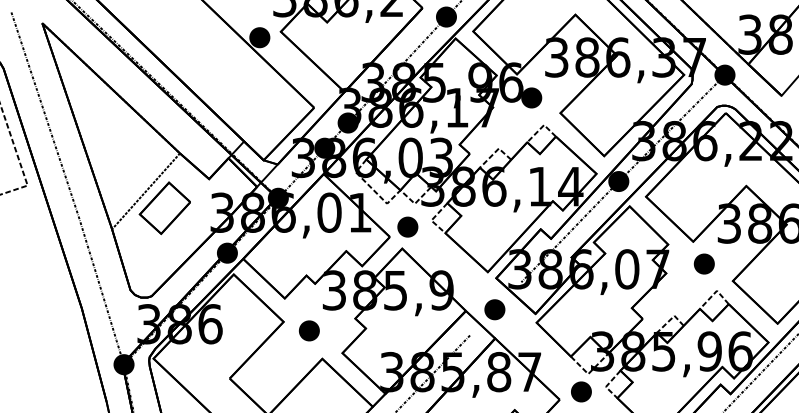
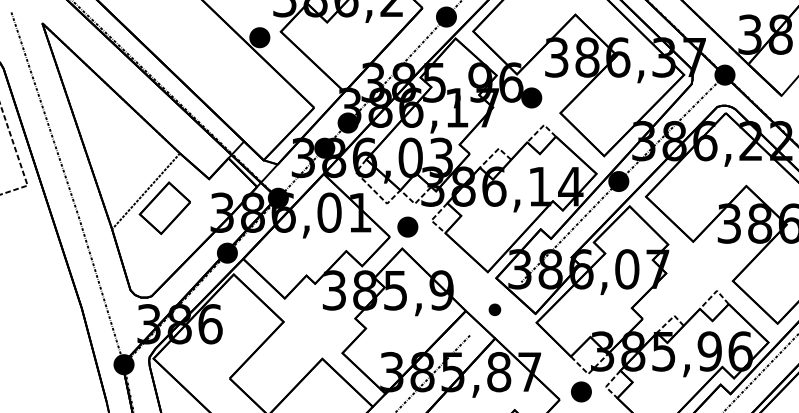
part at (703, 263): present -> none
part at (494, 309) size: 22x22 px -> 14x13 px
part at (309, 330): present -> none
